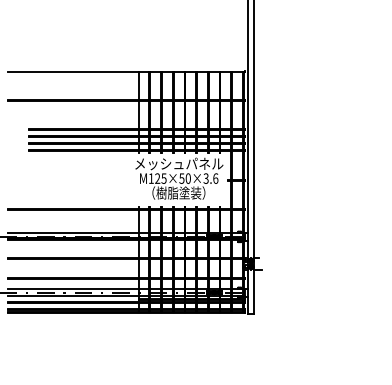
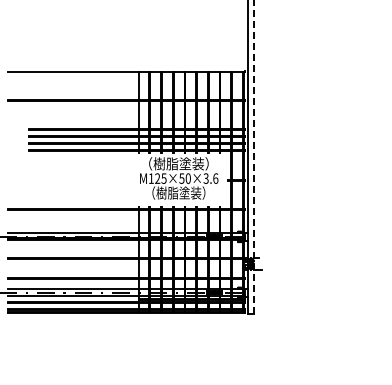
line at (254, 157): solid -> dashed
text at (179, 163): メッシュパネル -> （樹脂塗装）
